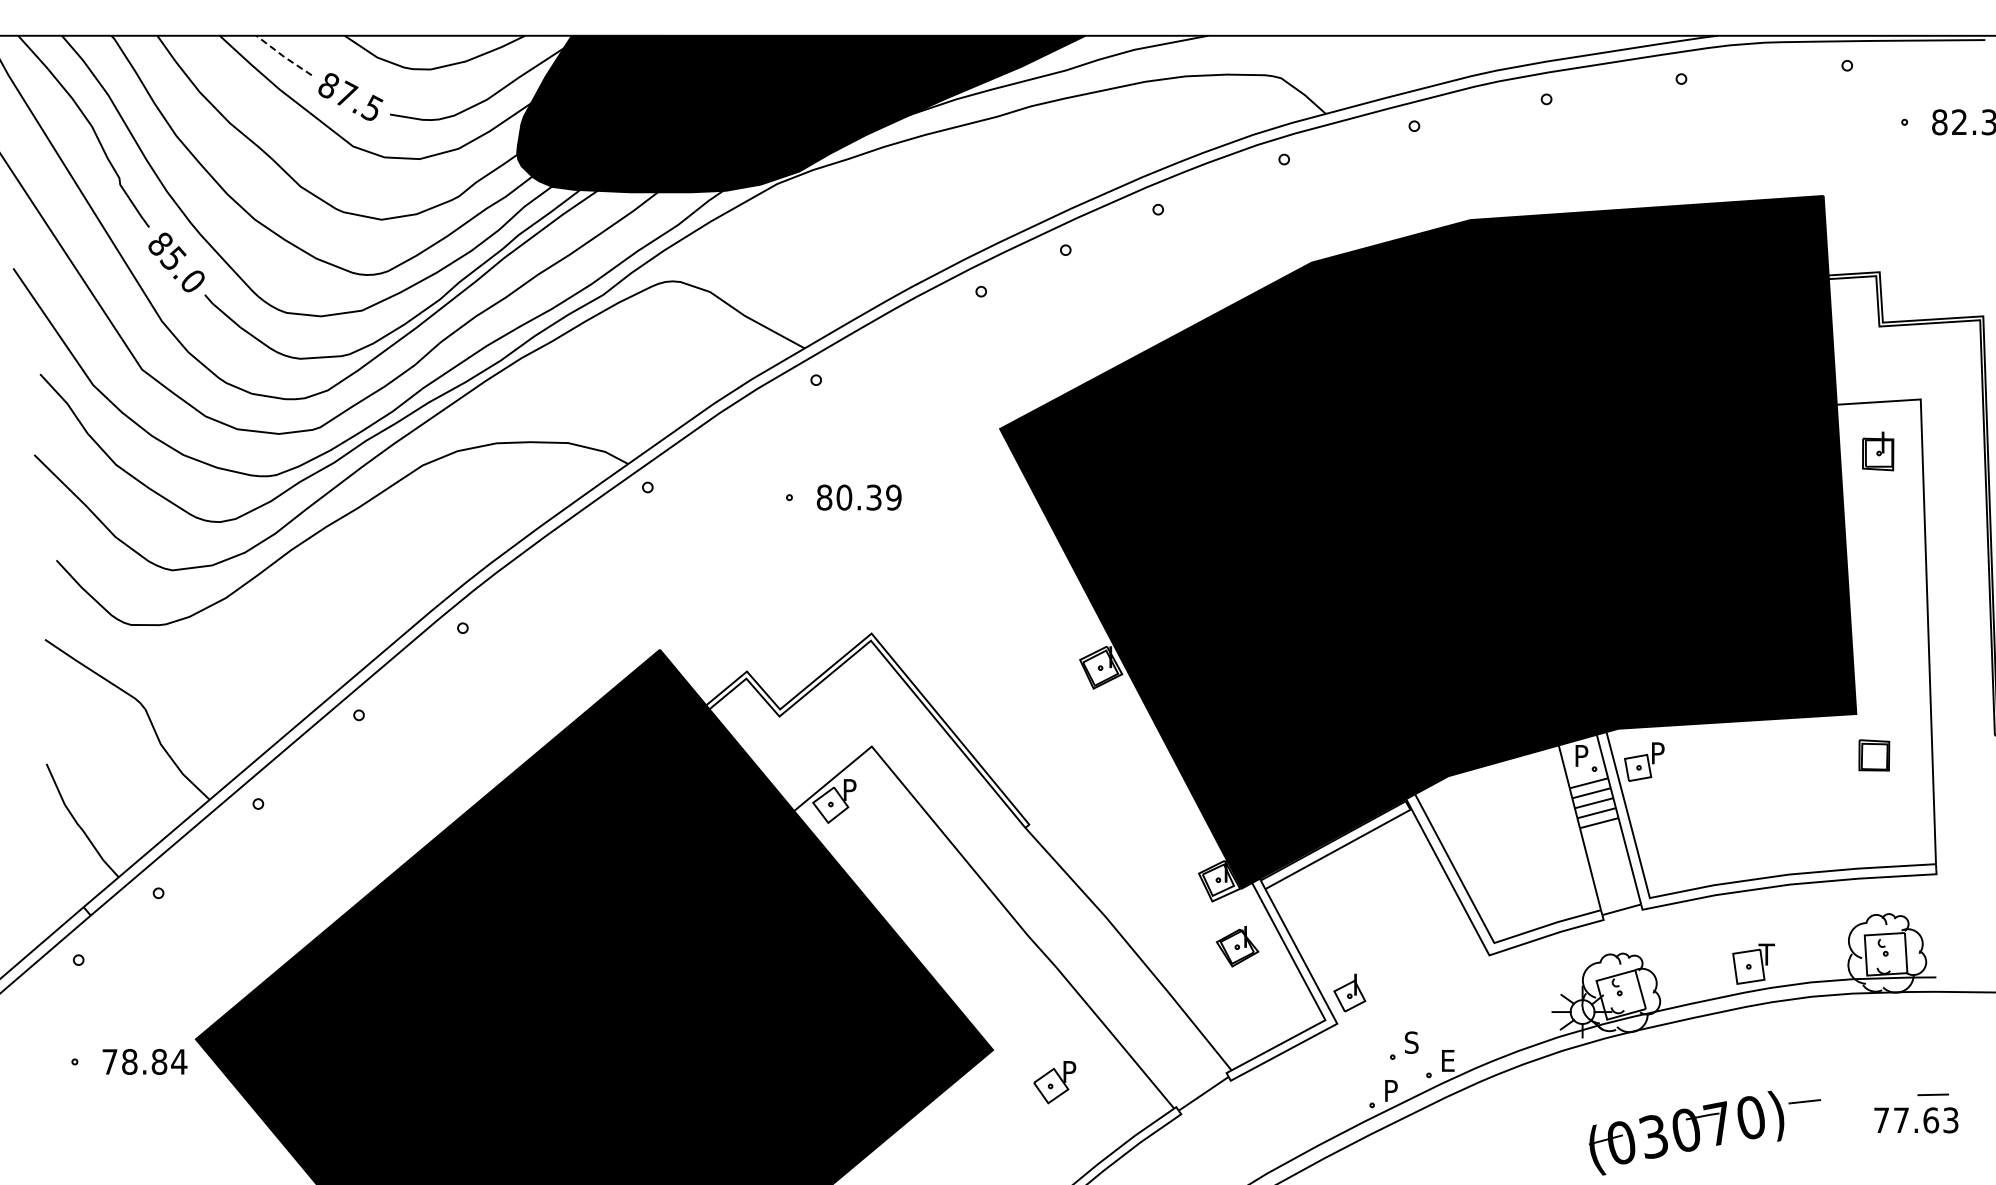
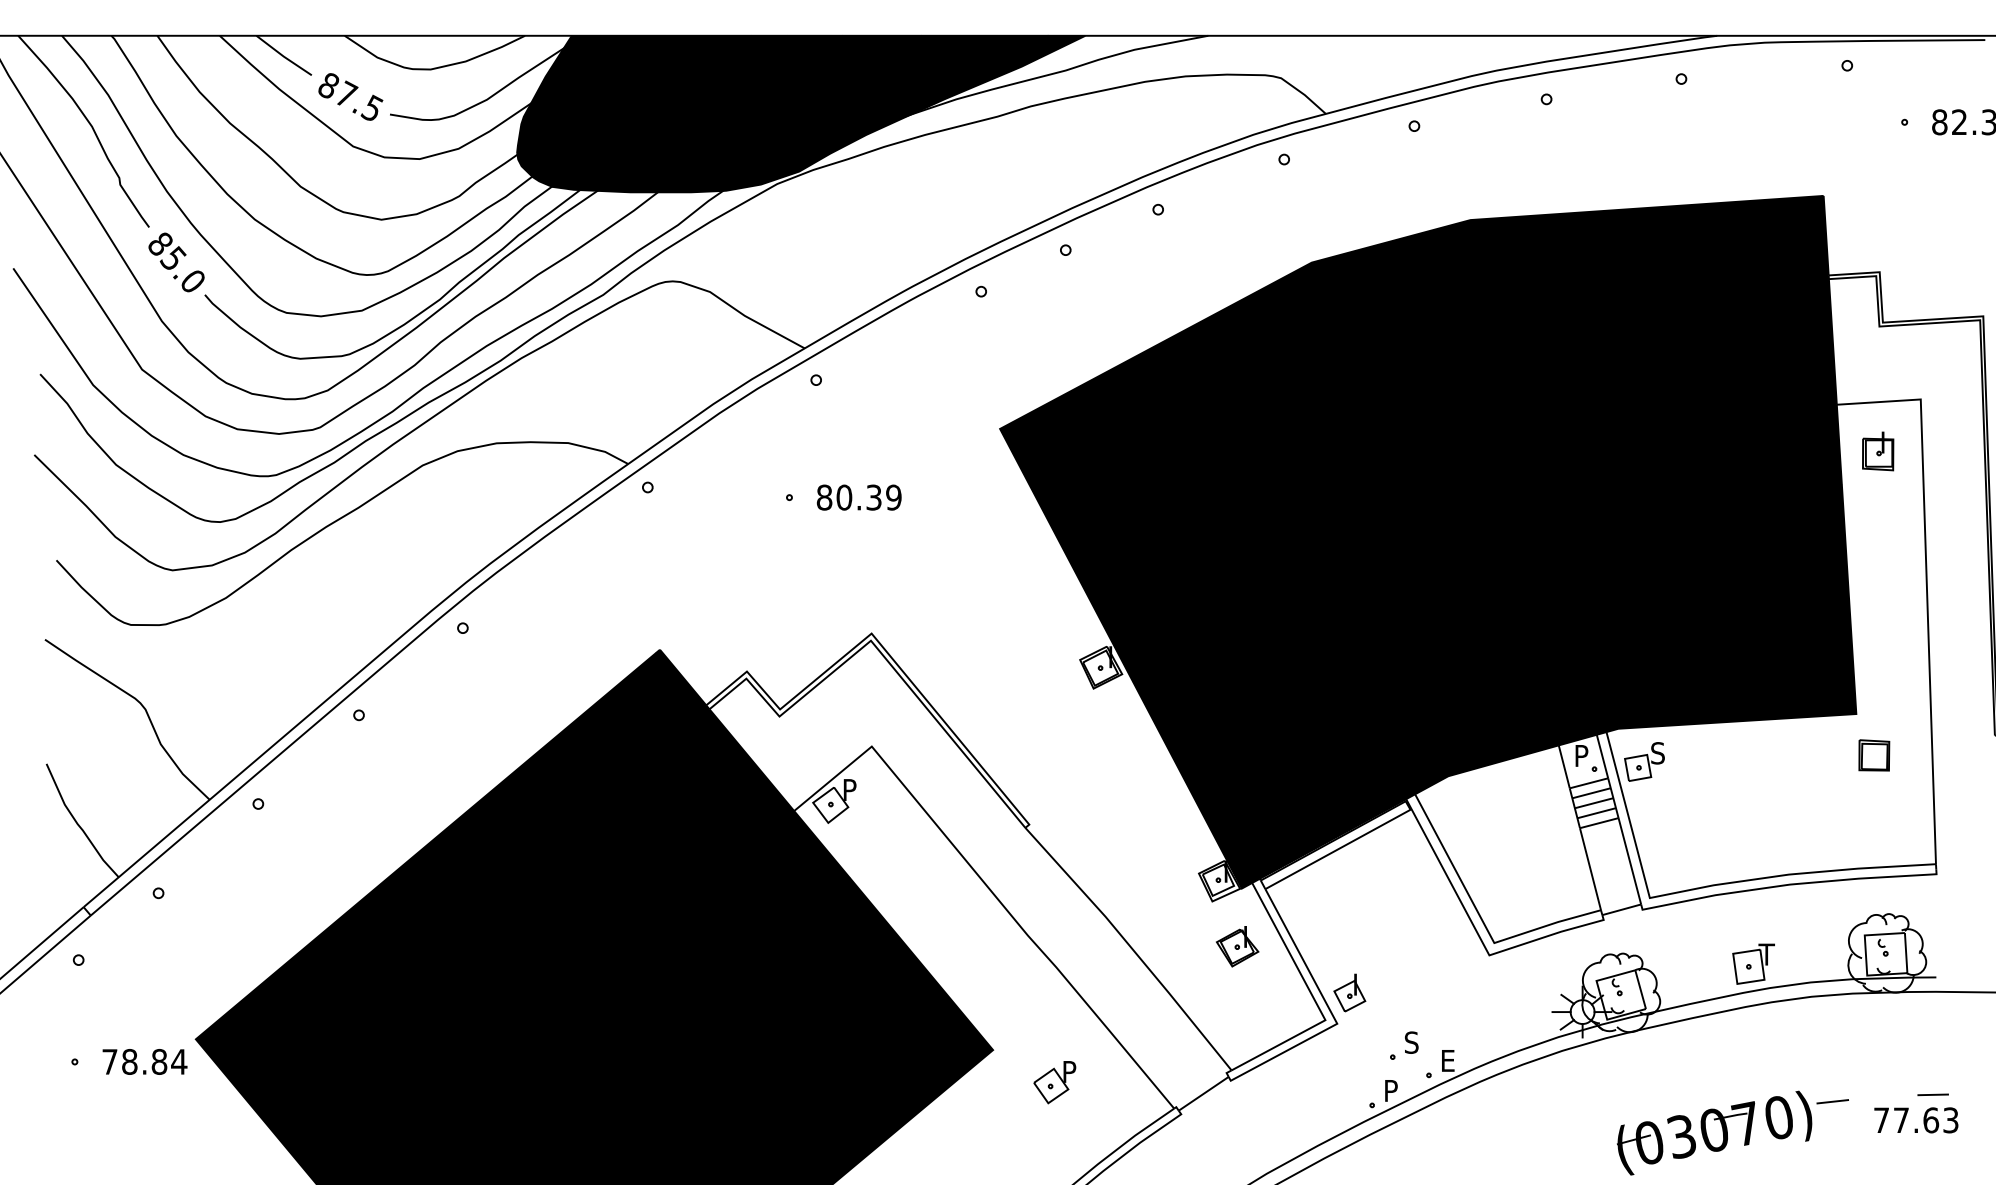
line at (283, 56): dashed -> solid
text at (1657, 753): P -> S
part at (1704, 1132) position: (1704, 1132) -> (1732, 1132)
